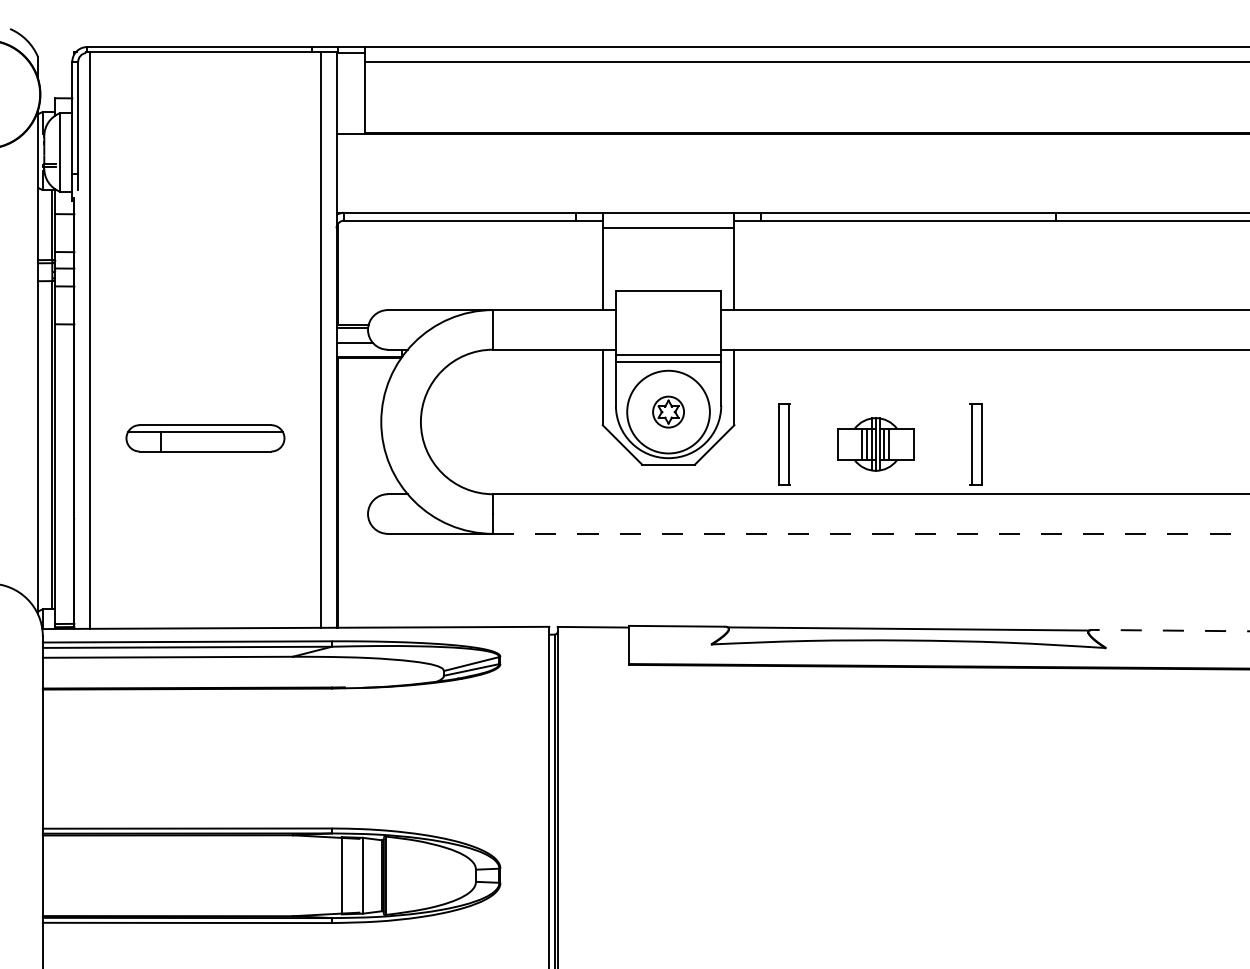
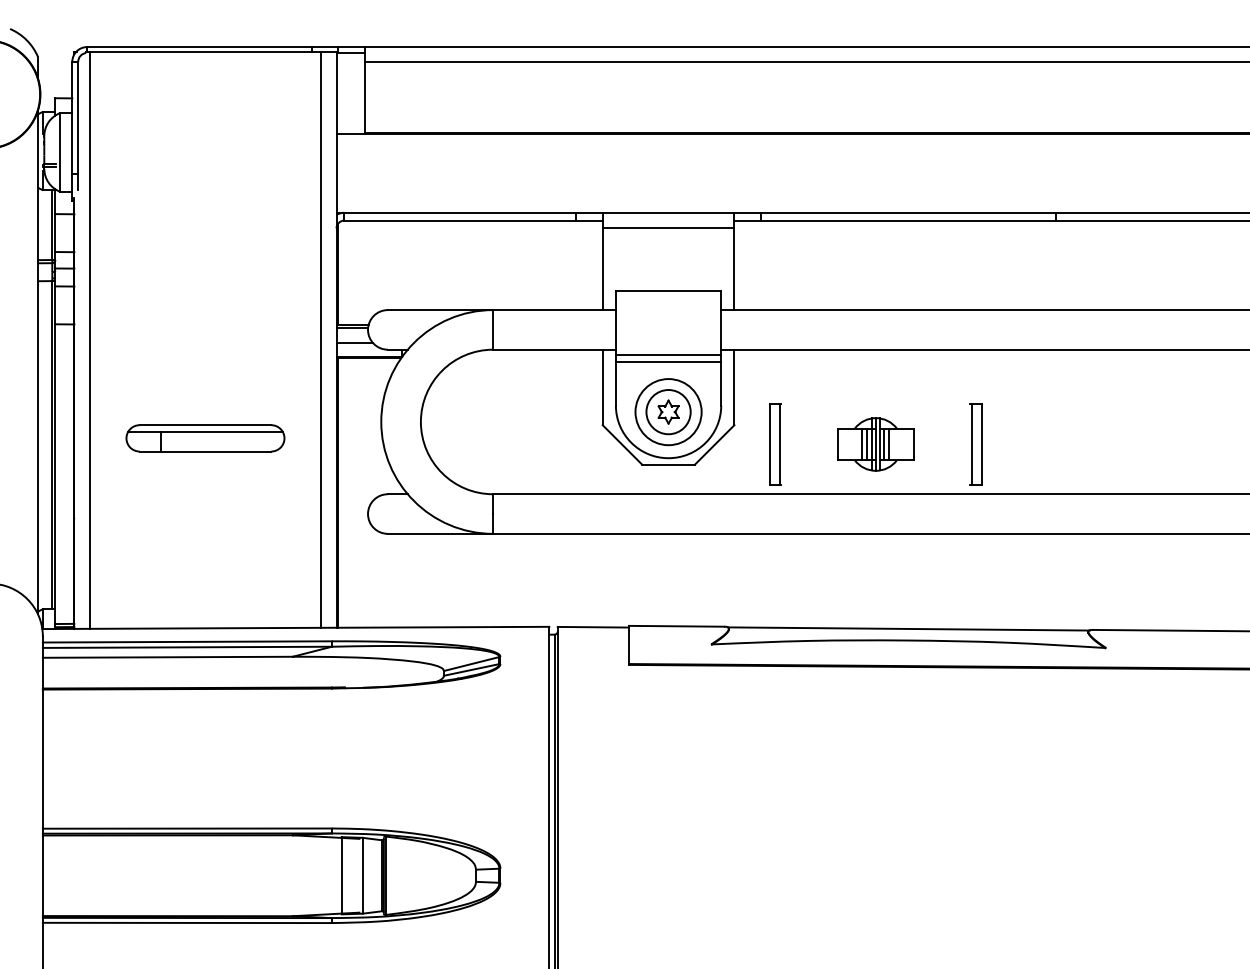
circle at (668, 411) diameter: 31 px -> 44 px
circle at (668, 411) diameter: 83 px -> 66 px
part at (784, 444) position: (784, 444) -> (775, 444)
line at (871, 533): dashed -> solid
line at (1170, 630): dashed -> solid
